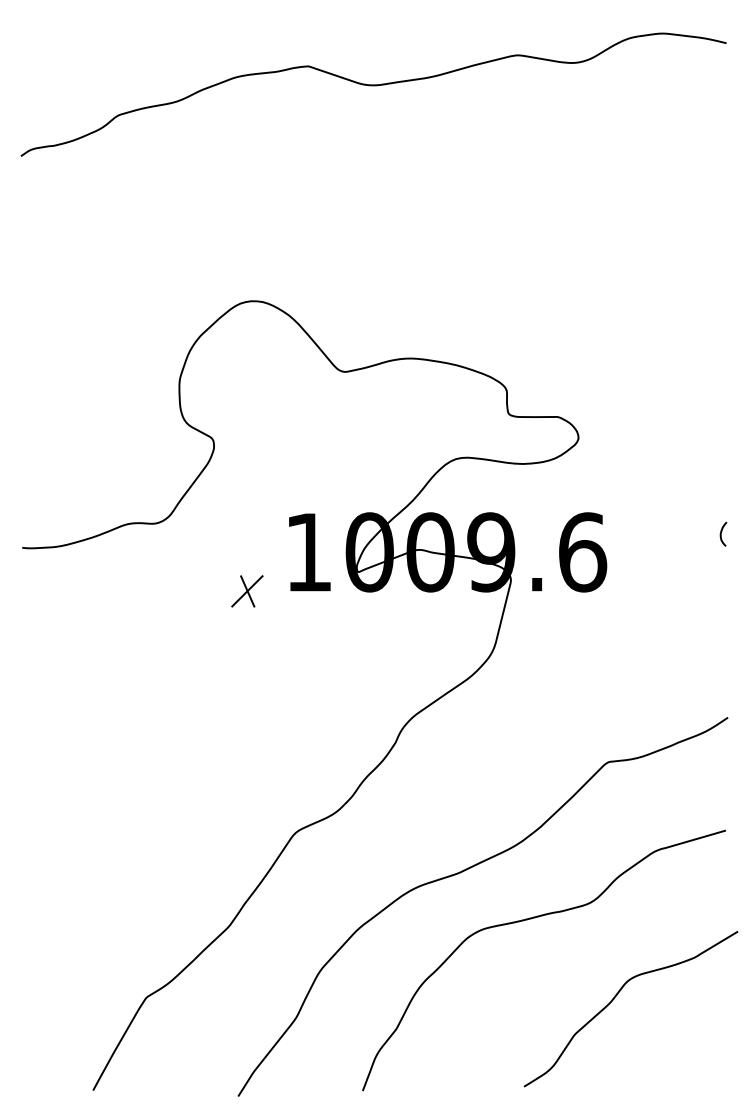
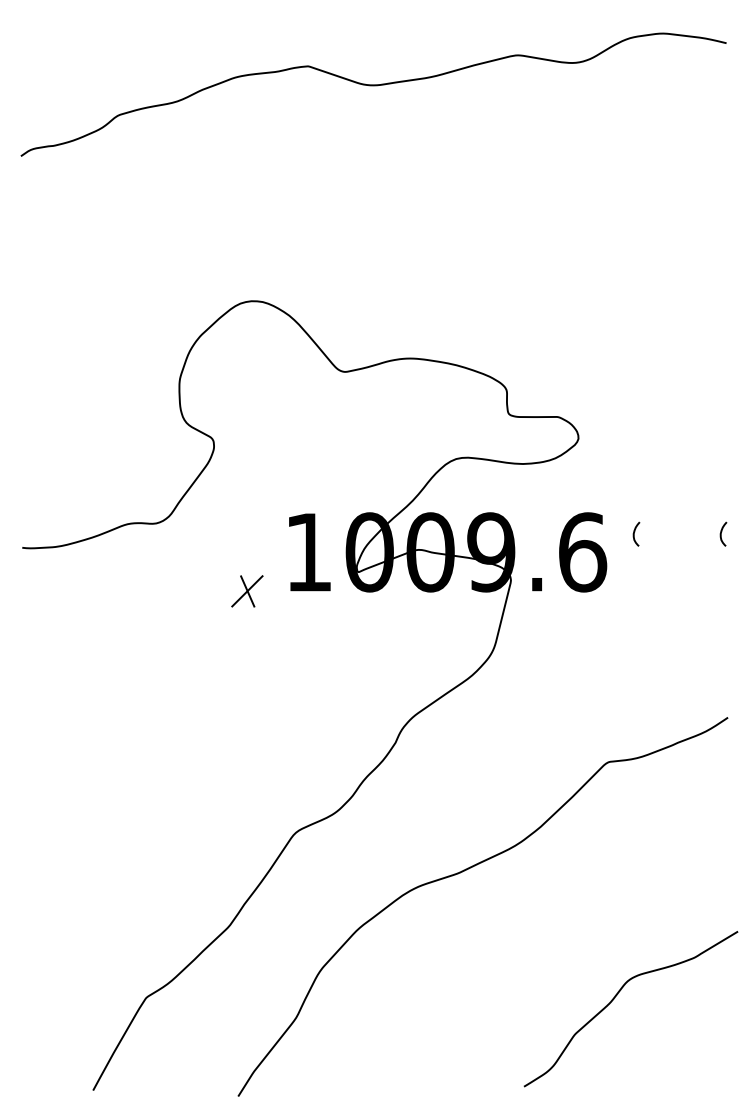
curve at (634, 533): none -> present
curve at (531, 919): present -> none
